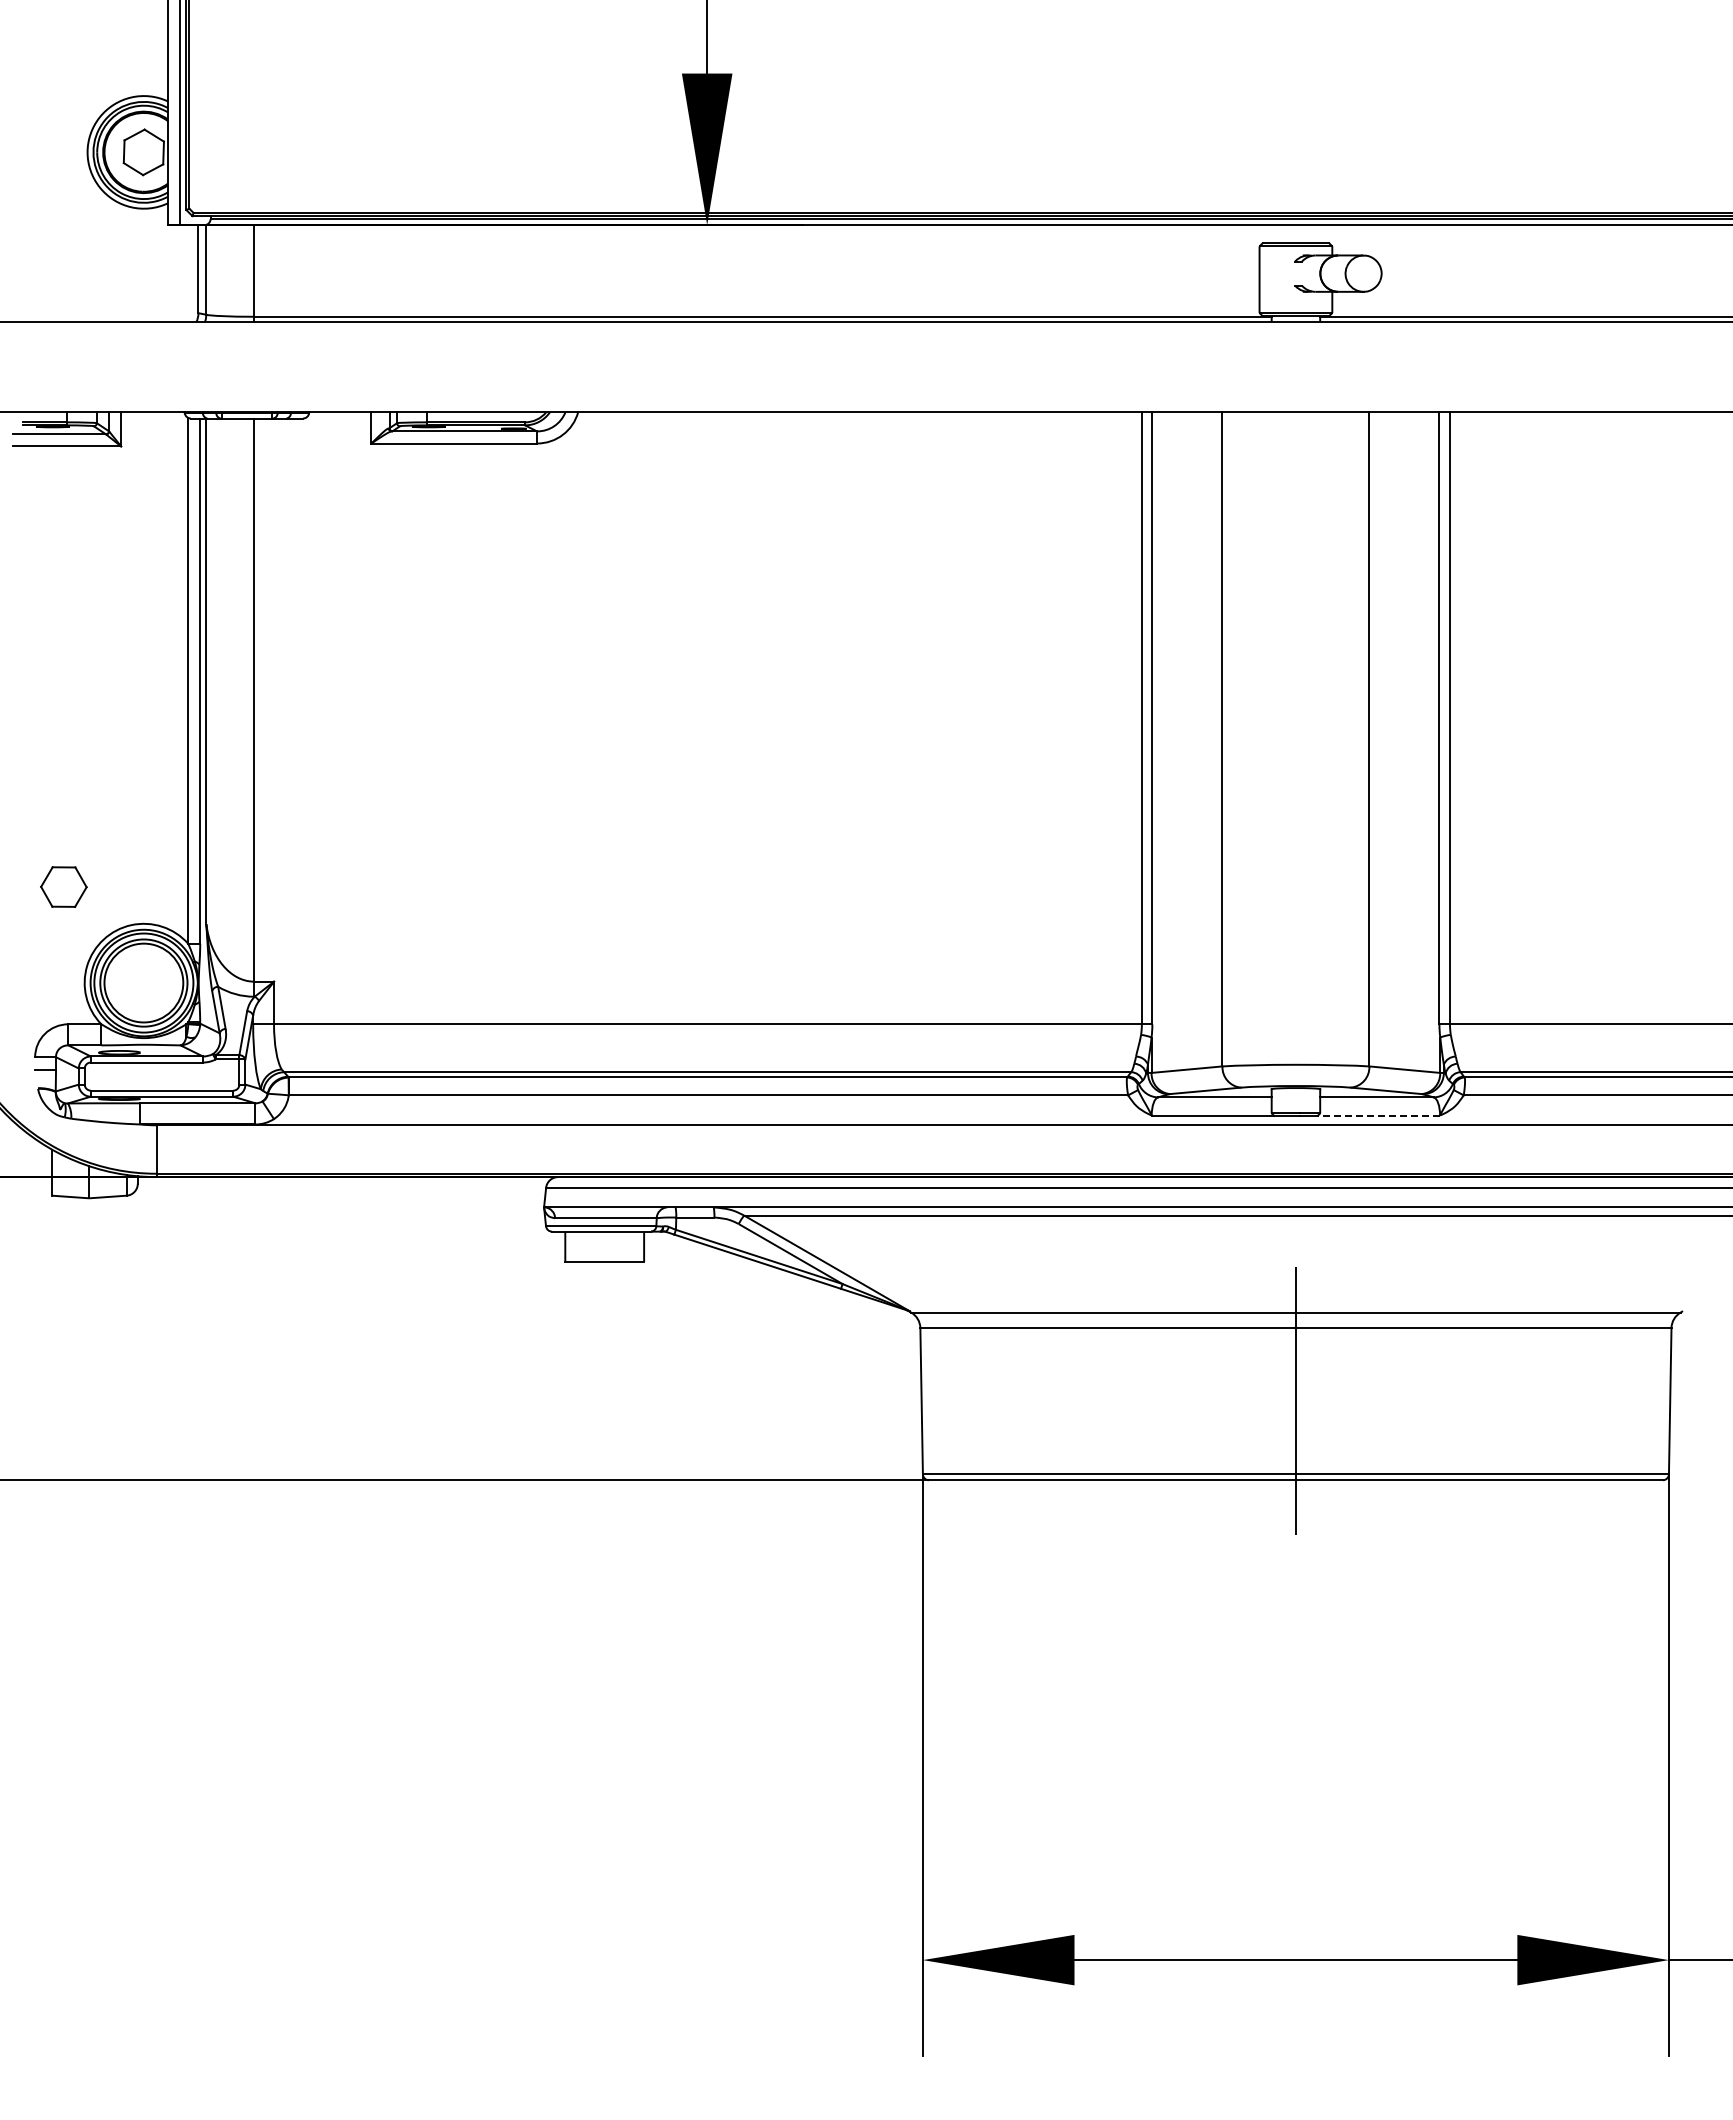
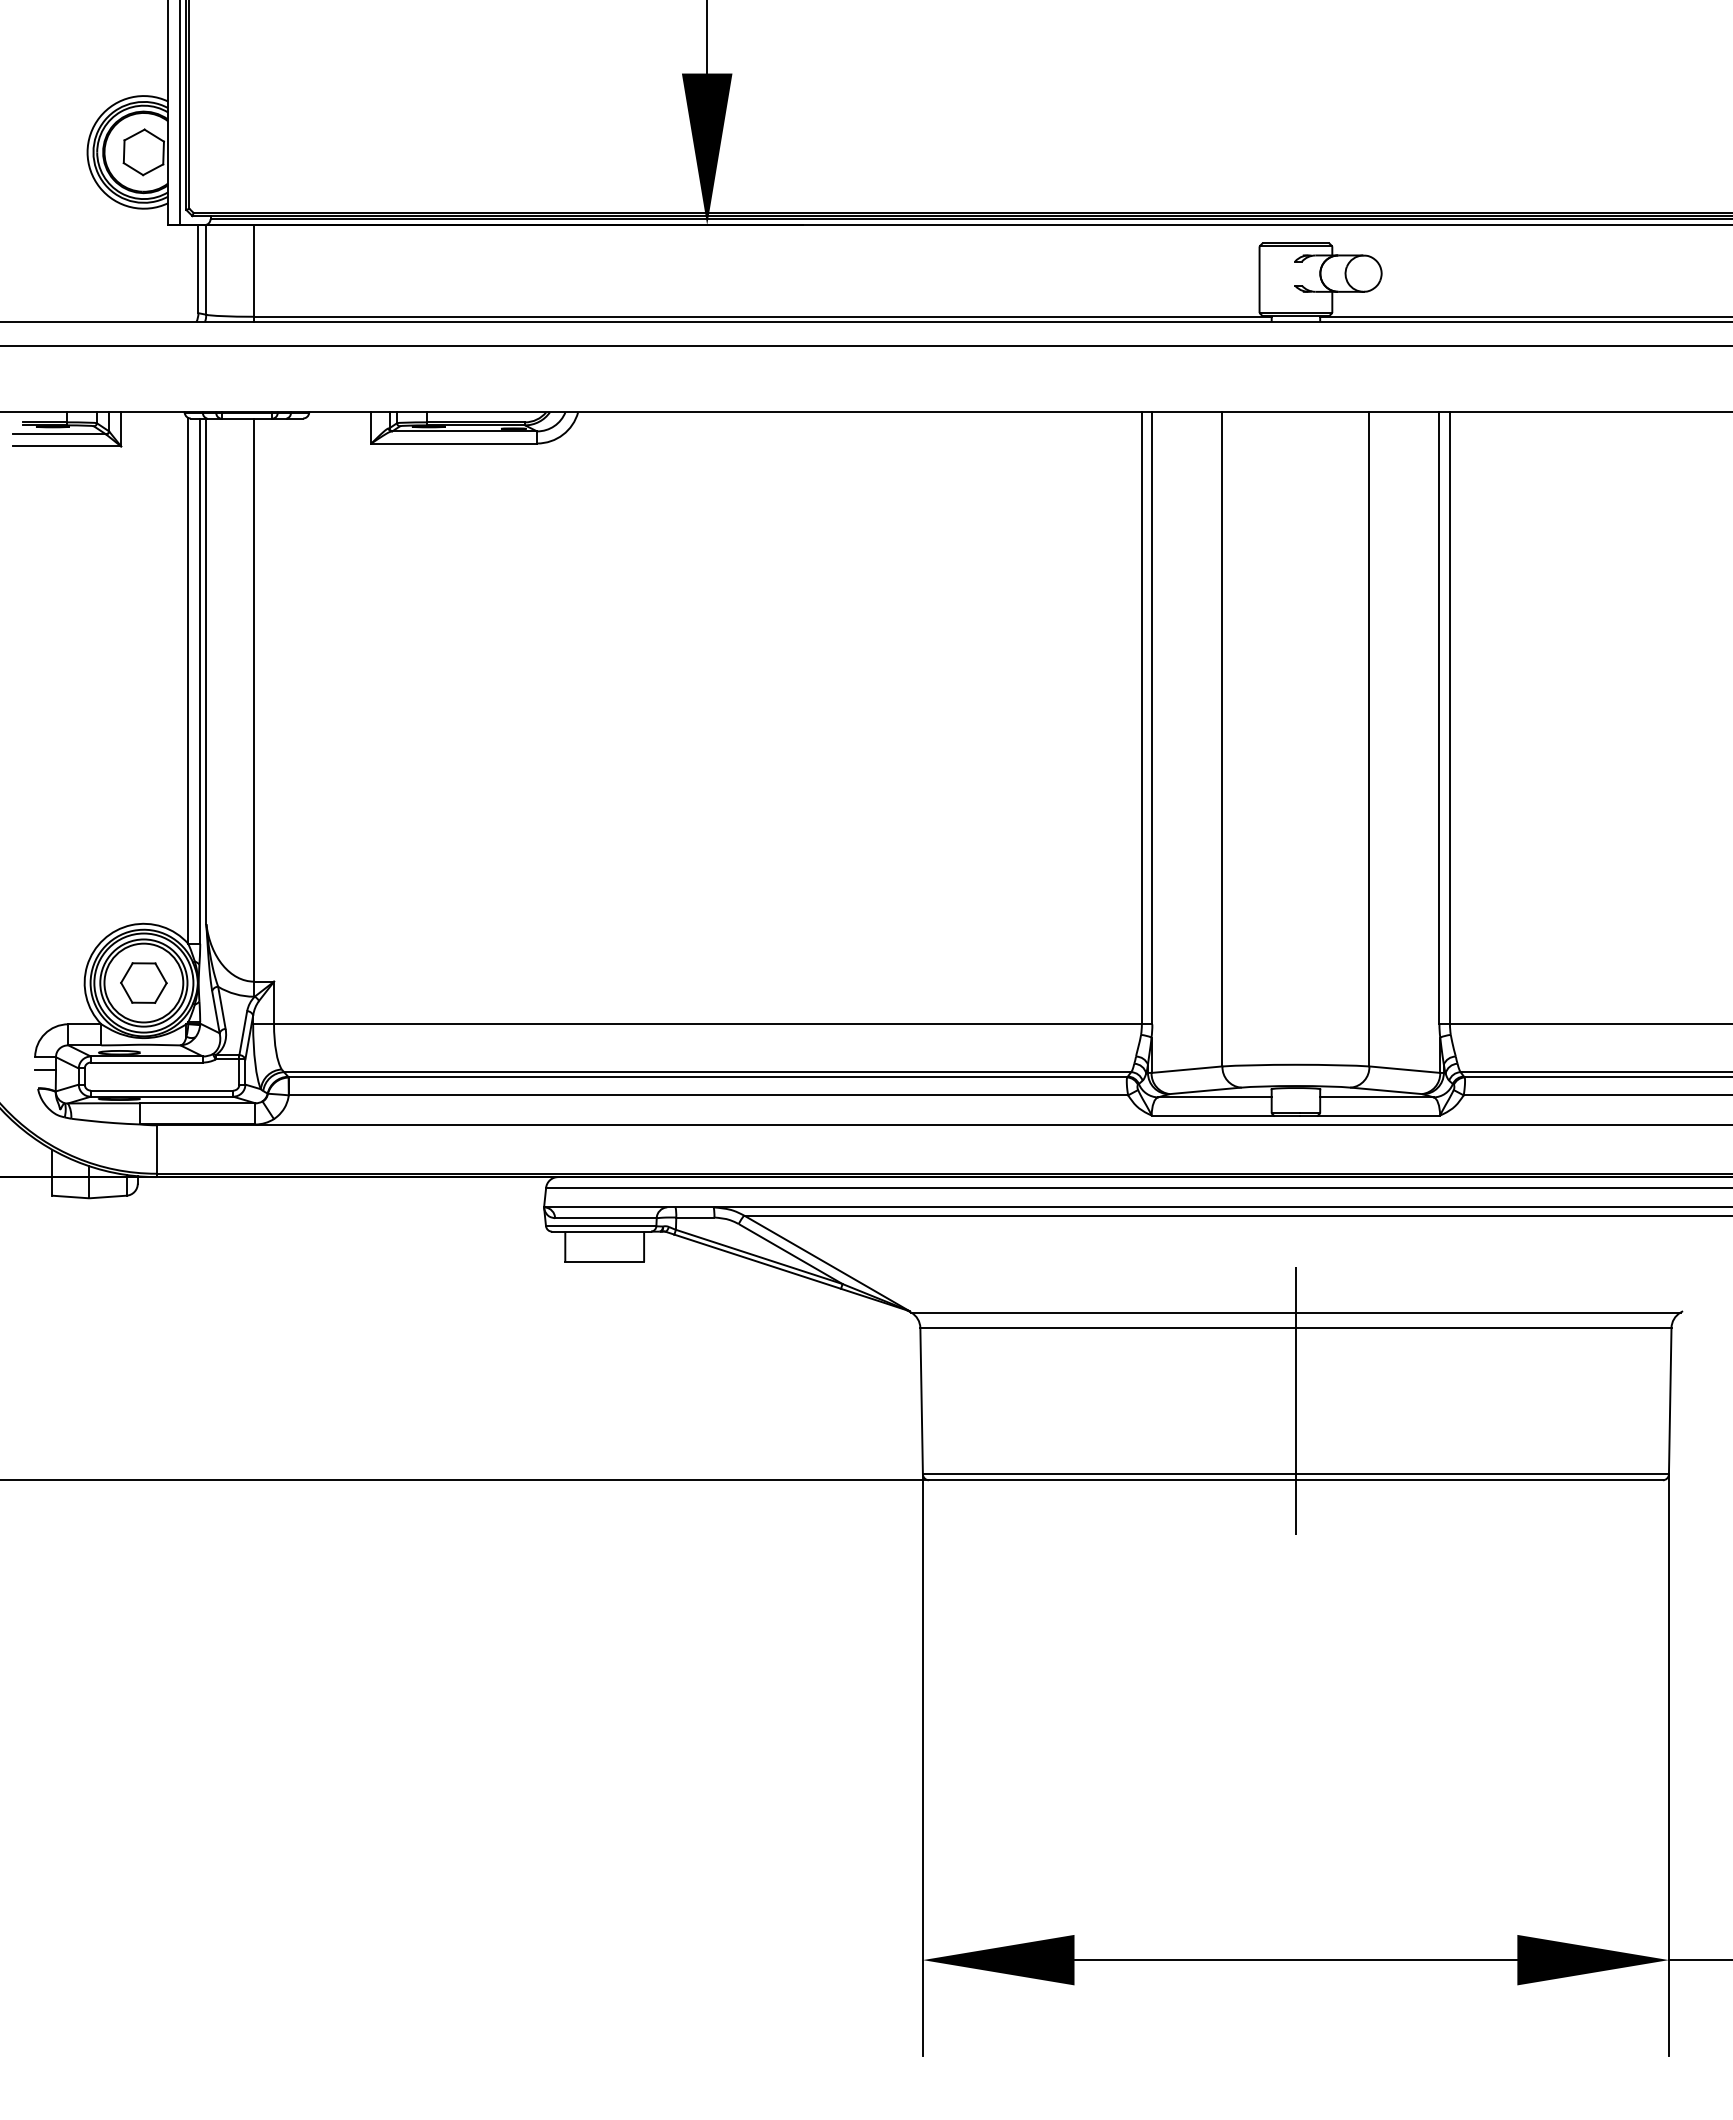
line at (865, 346): none -> present
part at (63, 886) position: (63, 886) -> (143, 982)
line at (1378, 1115): dashed -> solid
